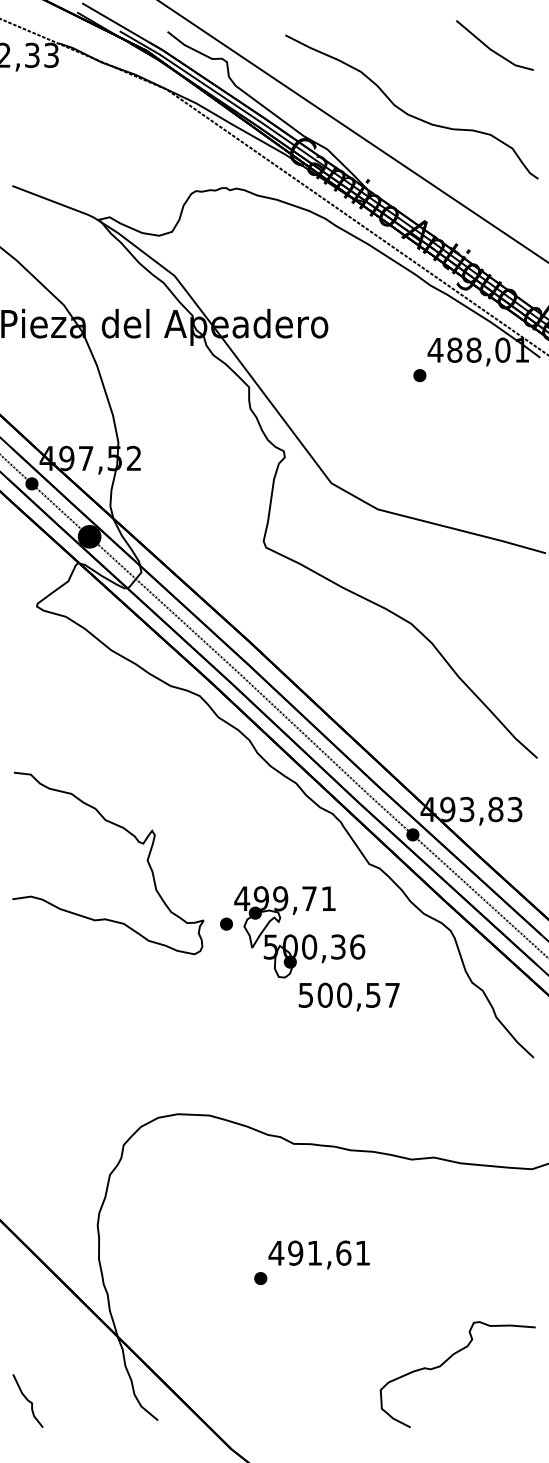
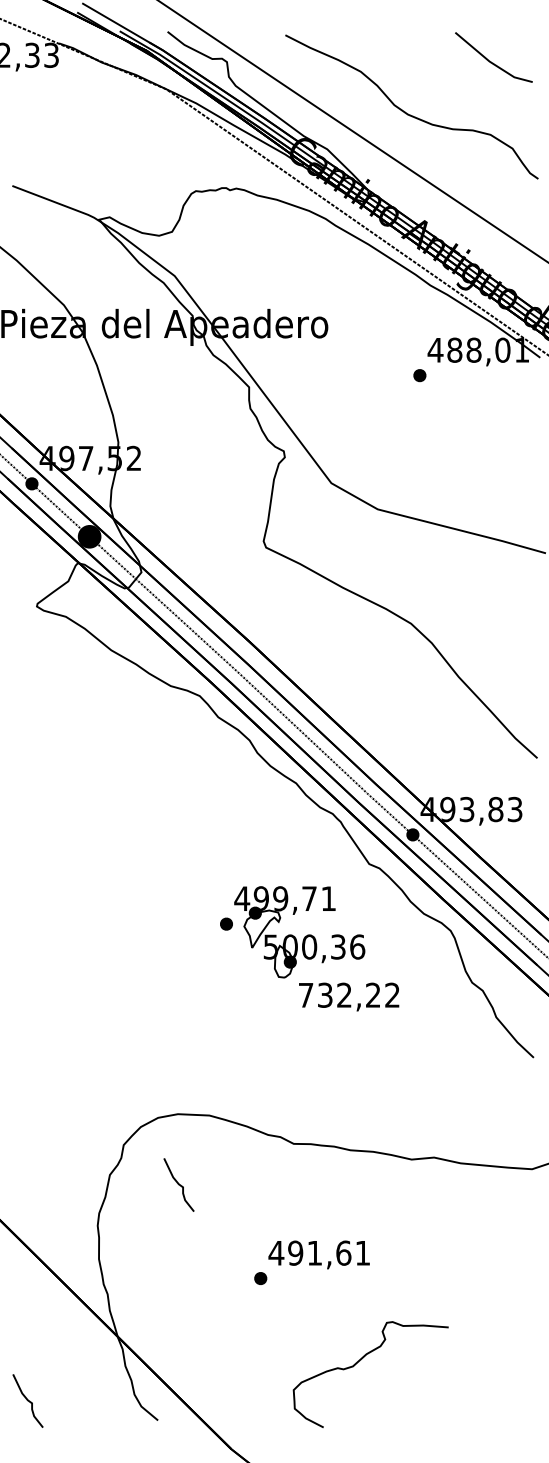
line at (492, 49) position: (492, 49) -> (491, 61)
curve at (135, 839): present -> none
text at (348, 994): 500,57 -> 732,22
curve at (178, 1184): none -> present
curve at (448, 1360) position: (448, 1360) -> (361, 1360)
